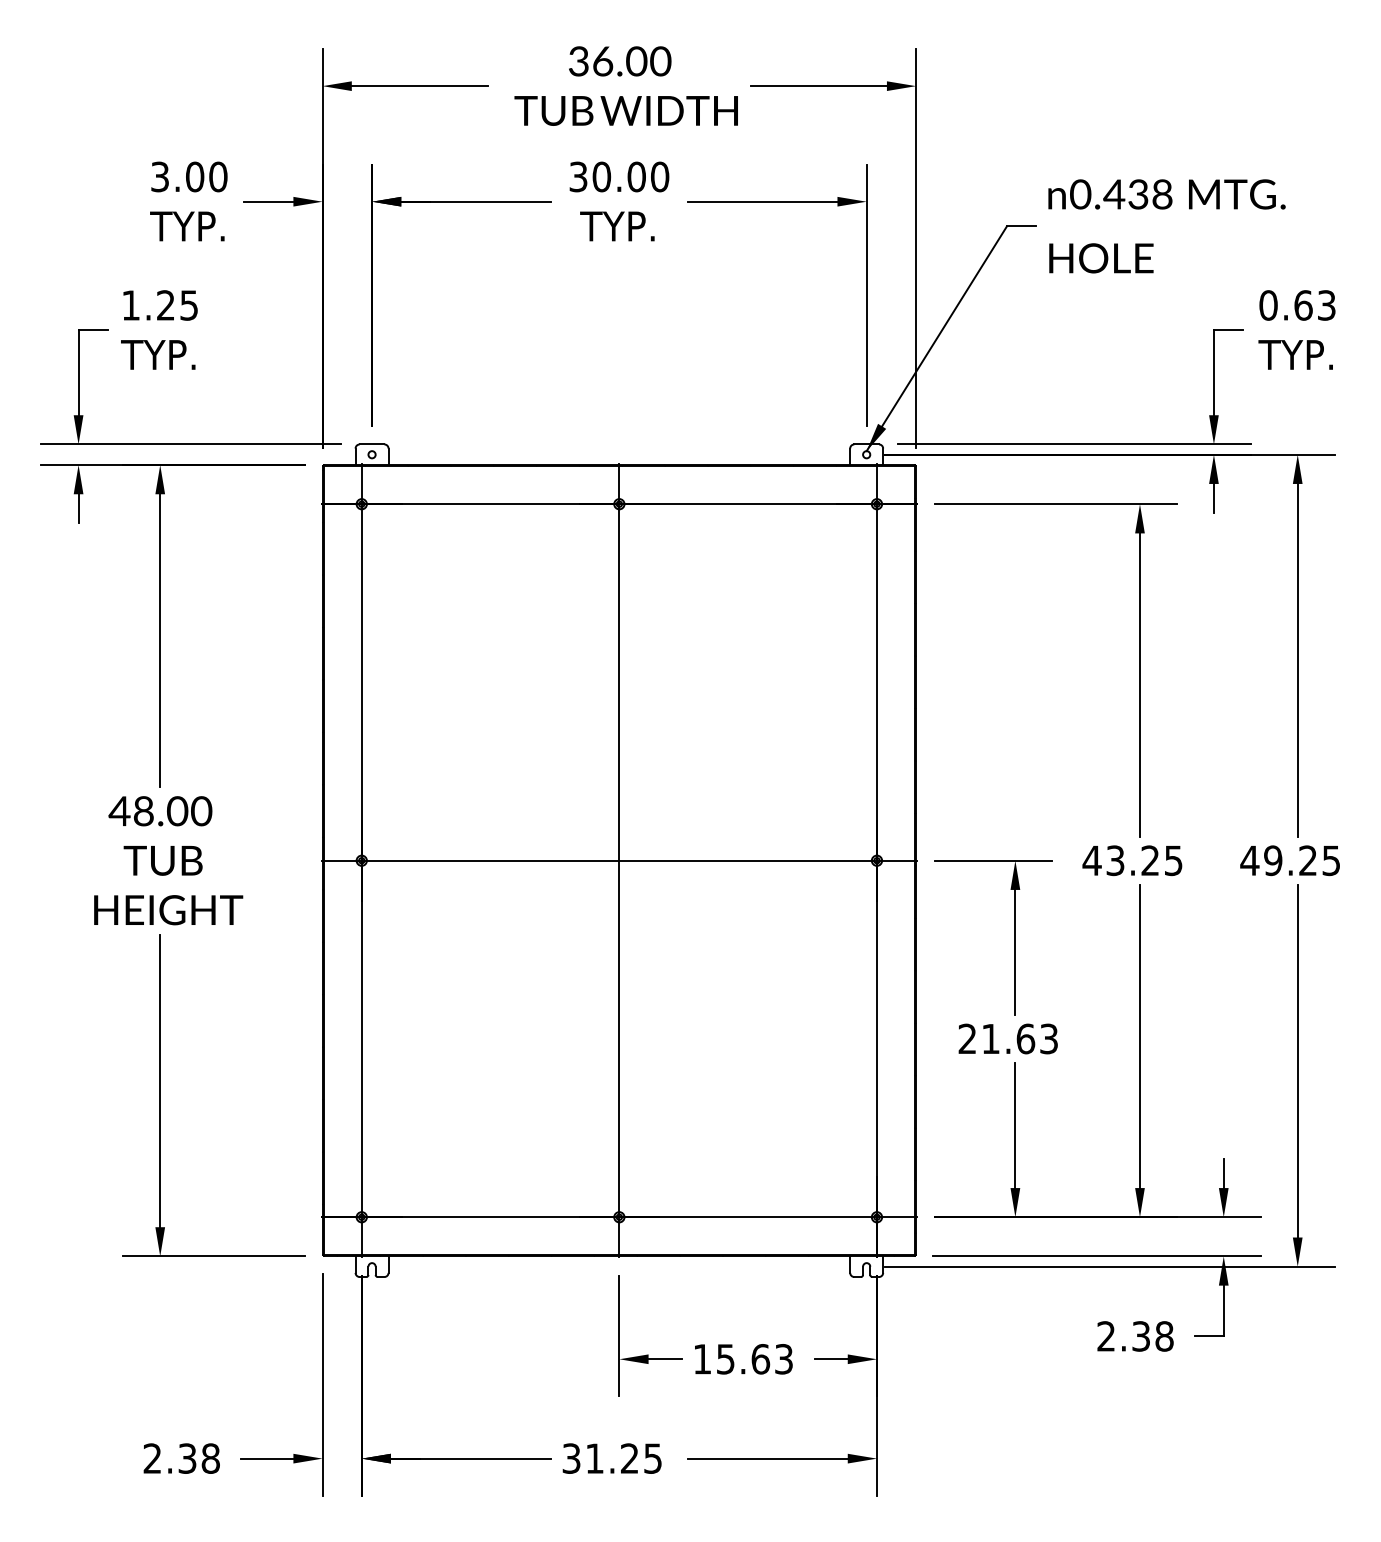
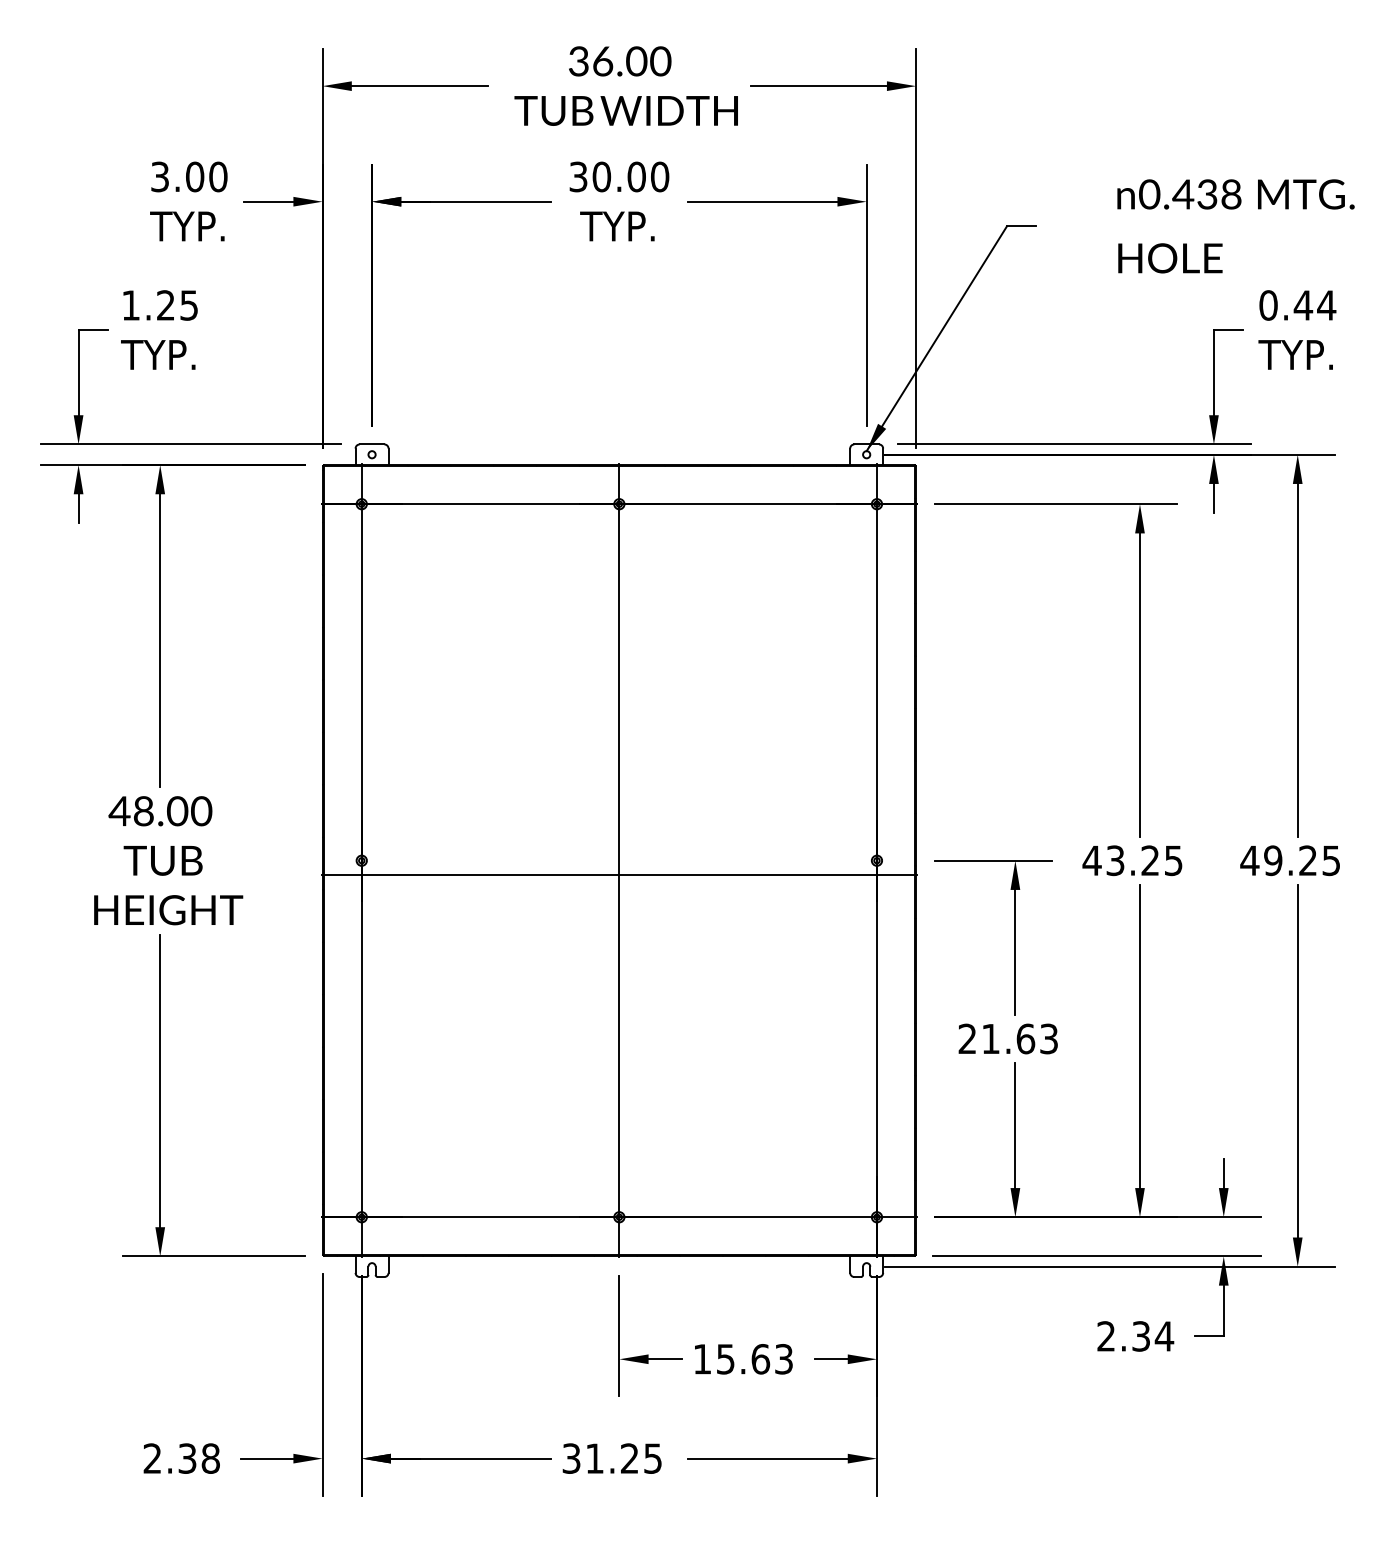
text at (1166, 226) position: (1166, 226) -> (1235, 226)
text at (1314, 305): 0.63 -> 0.44
line at (618, 860) position: (618, 860) -> (618, 874)
text at (1164, 1336): 2.38 -> 2.34
